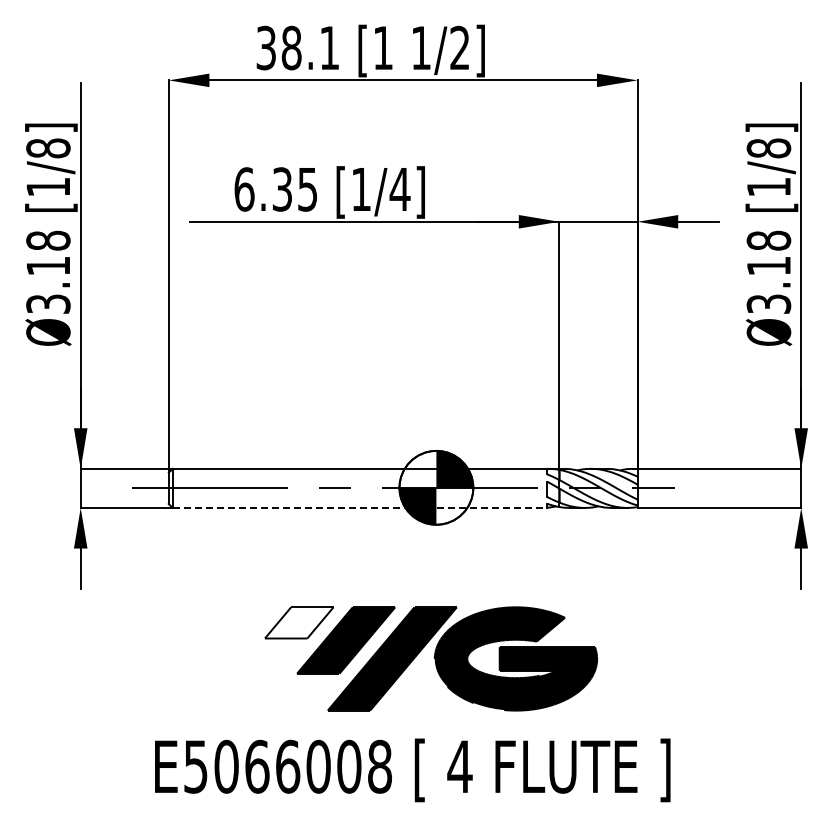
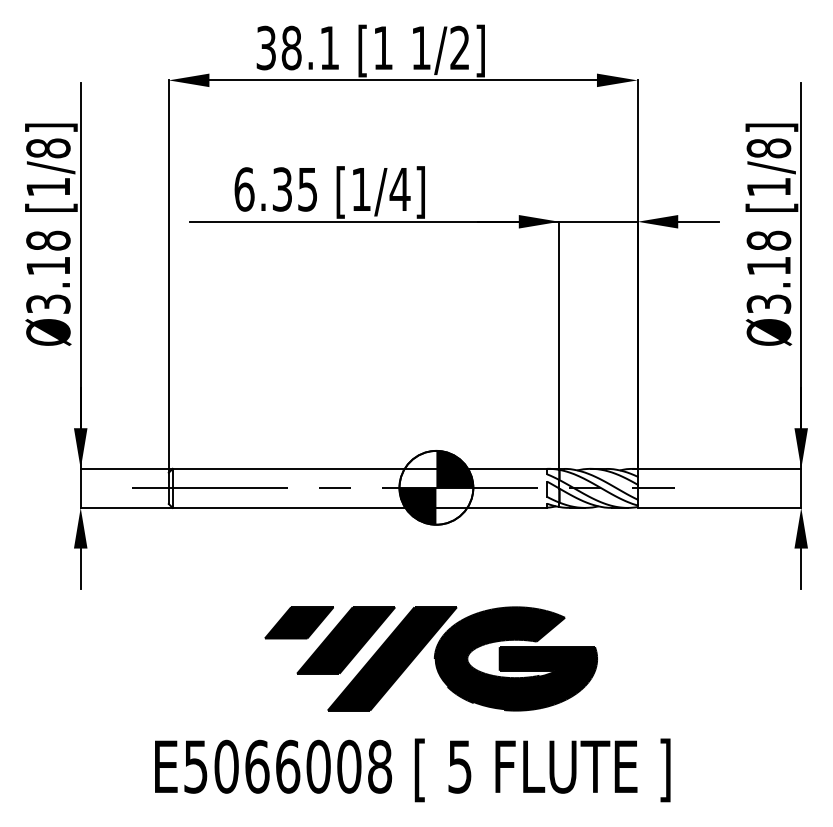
line at (360, 507): dashed -> solid
fill at (298, 622): none -> present
text at (459, 766): 4 -> 5
